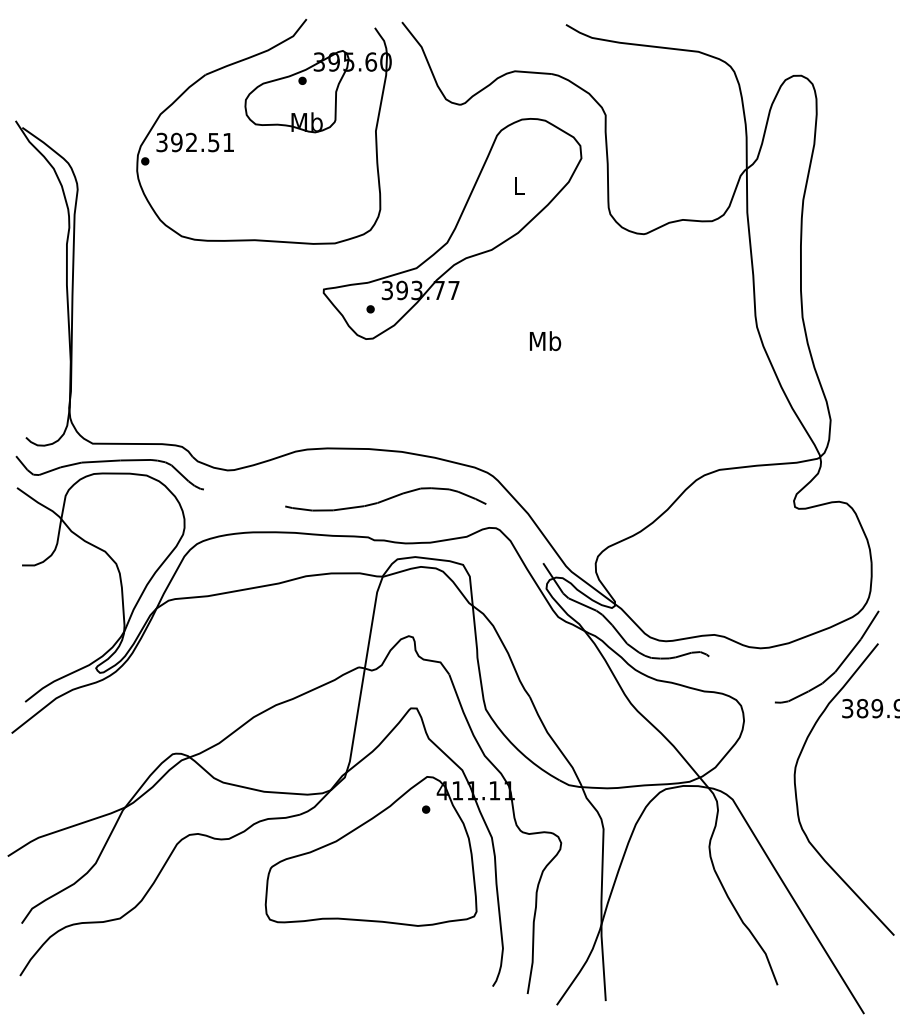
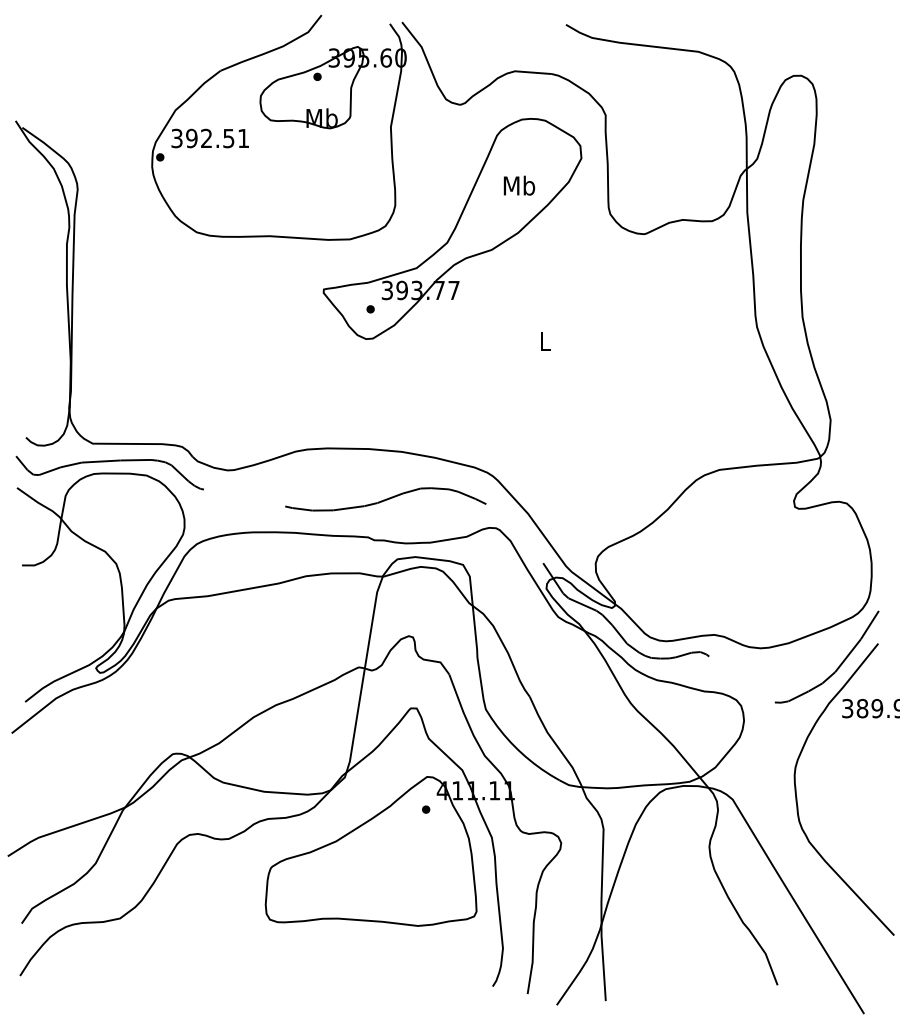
part at (263, 131) position: (263, 131) -> (278, 127)
text at (519, 185): L -> Mb
text at (545, 341): Mb -> L
